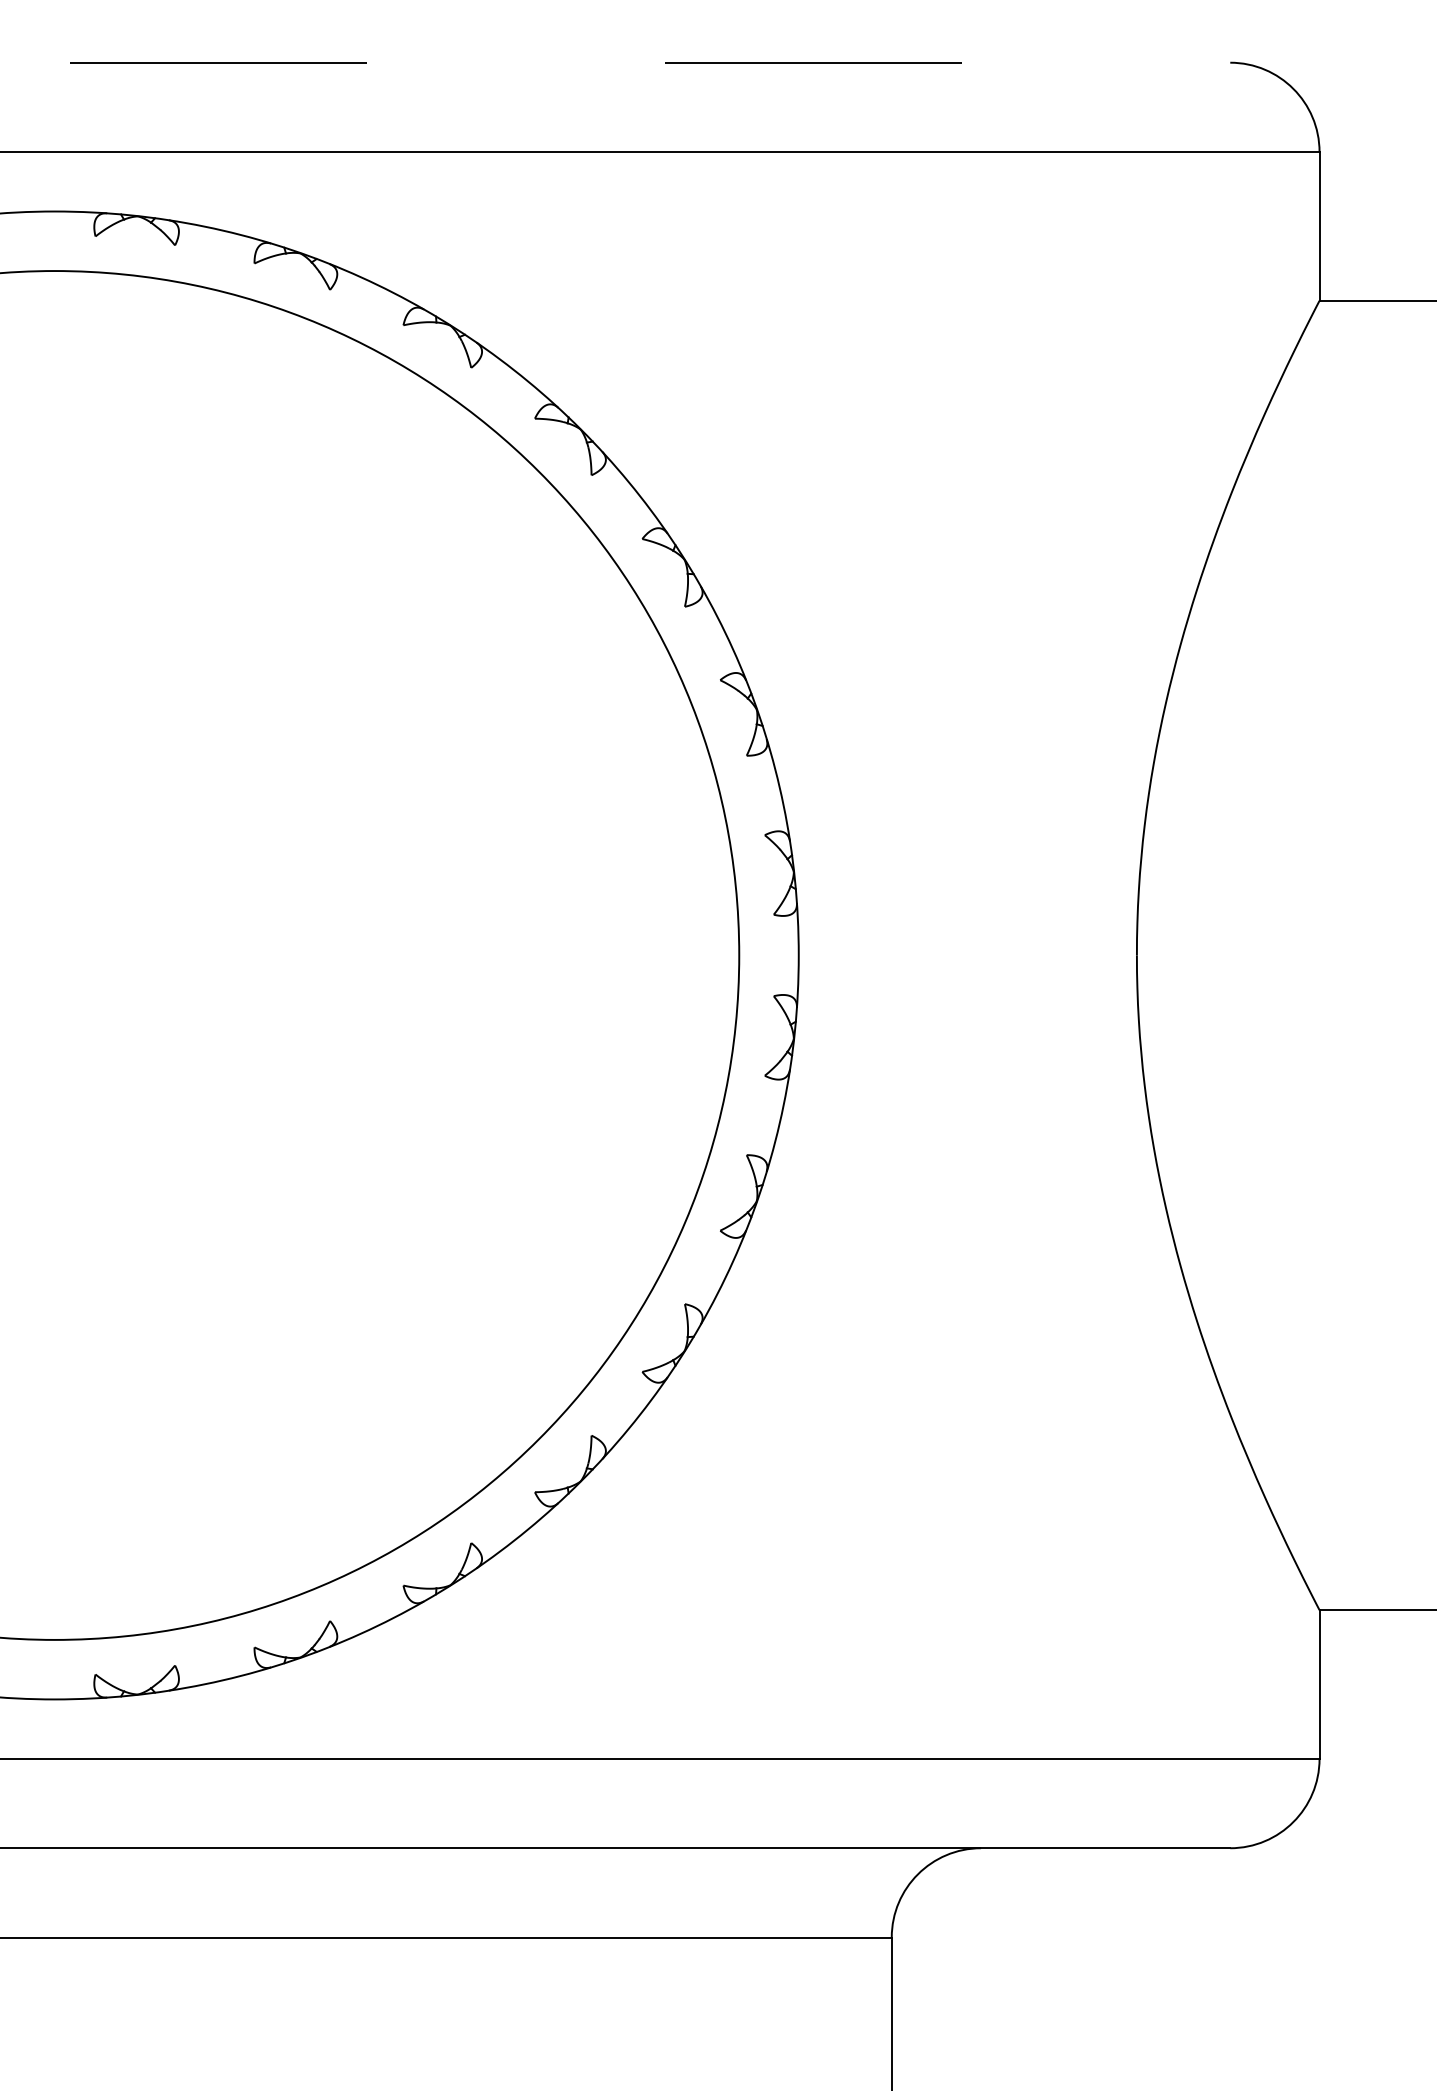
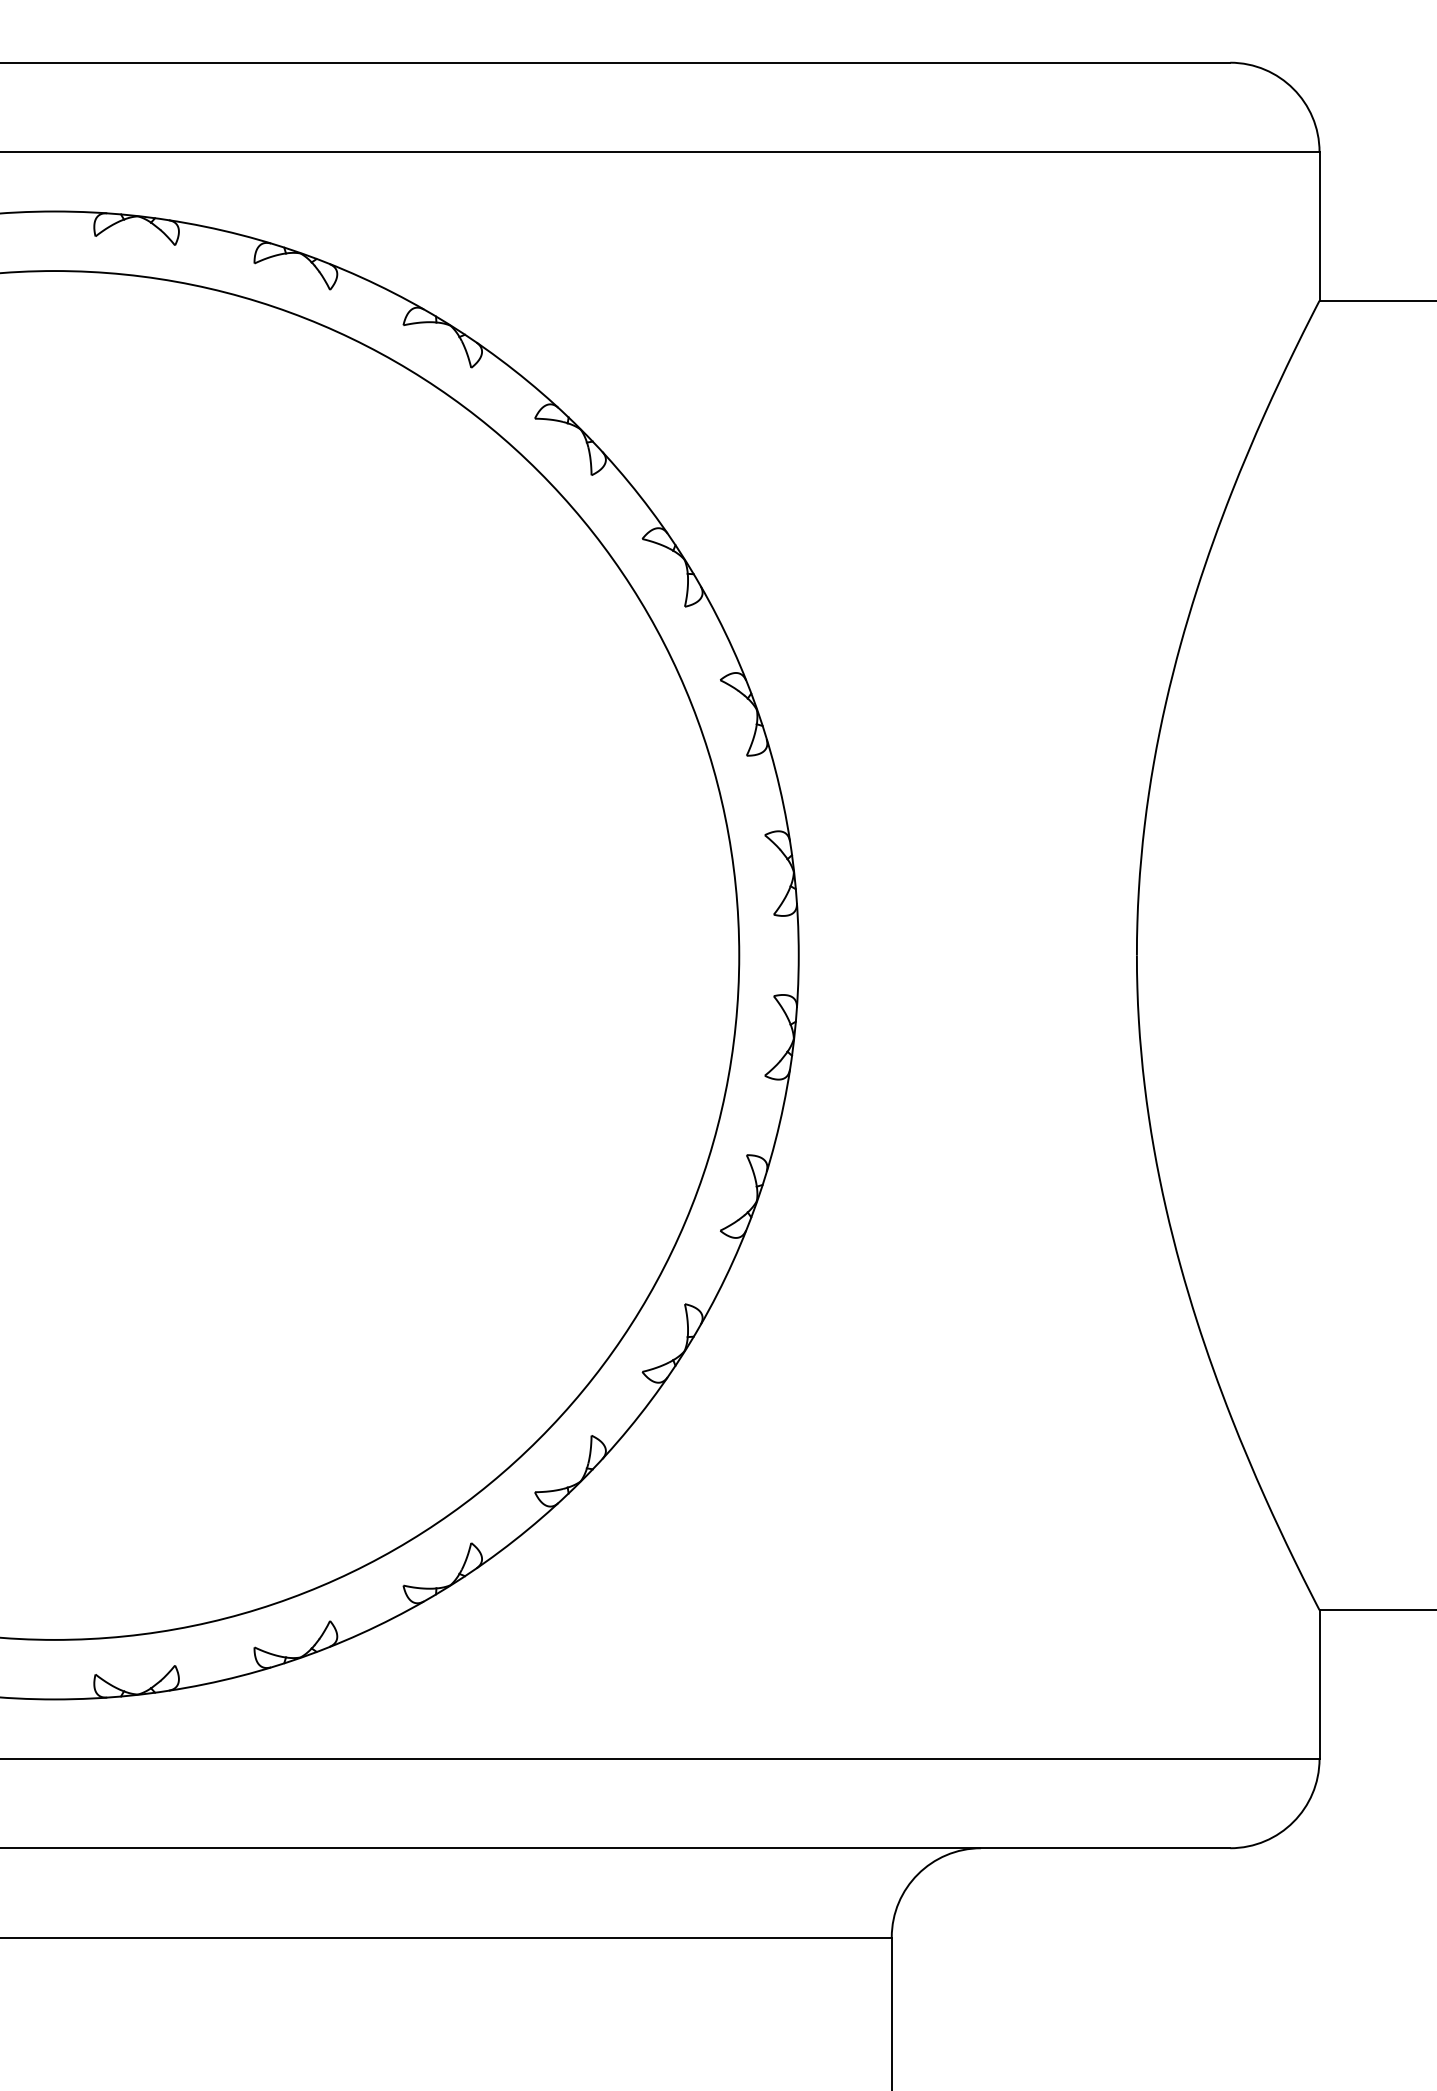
line at (615, 62): dashed -> solid
